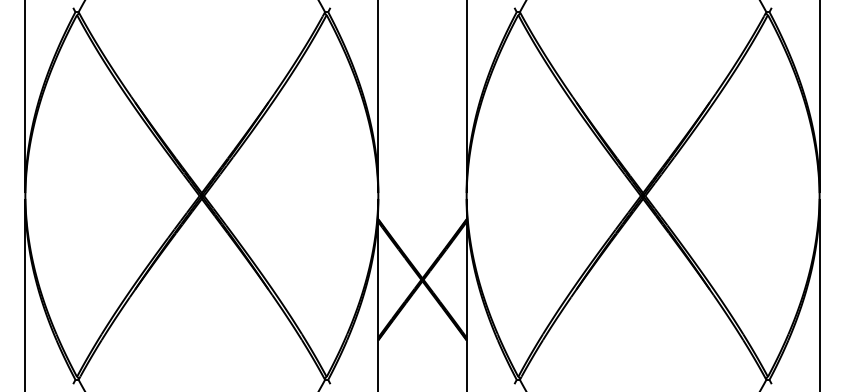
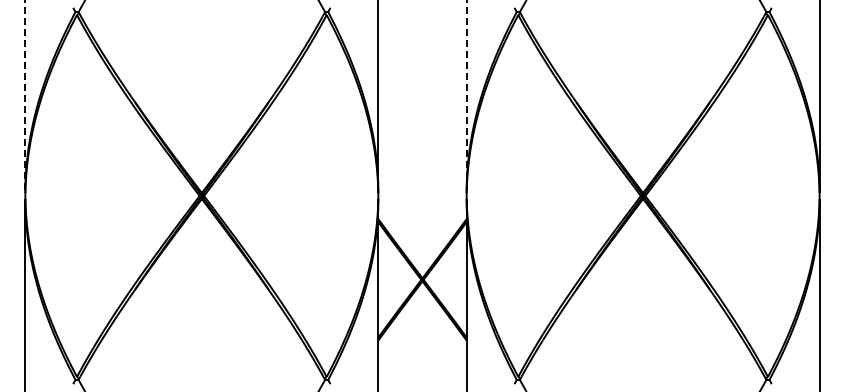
line at (25, 97): solid -> dashed
line at (466, 97): solid -> dashed
